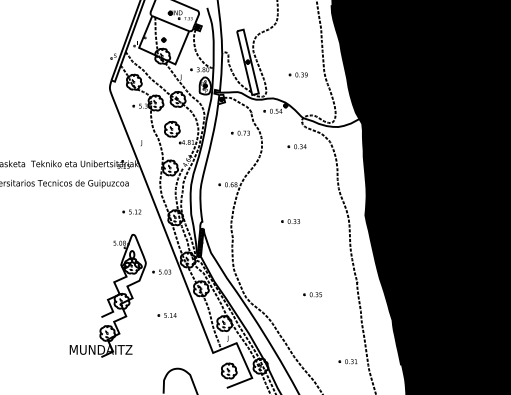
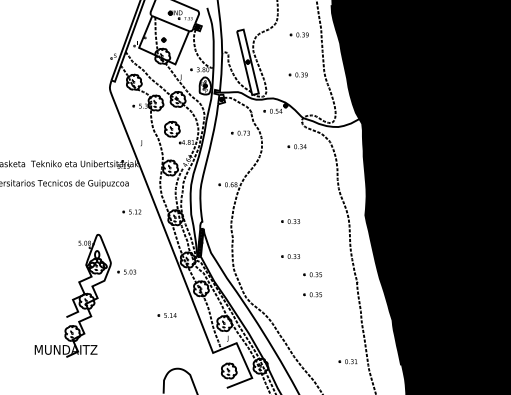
part at (298, 34): none -> present
part at (290, 256): none -> present
part at (312, 274): none -> present
part at (120, 295) position: (120, 295) -> (85, 295)
